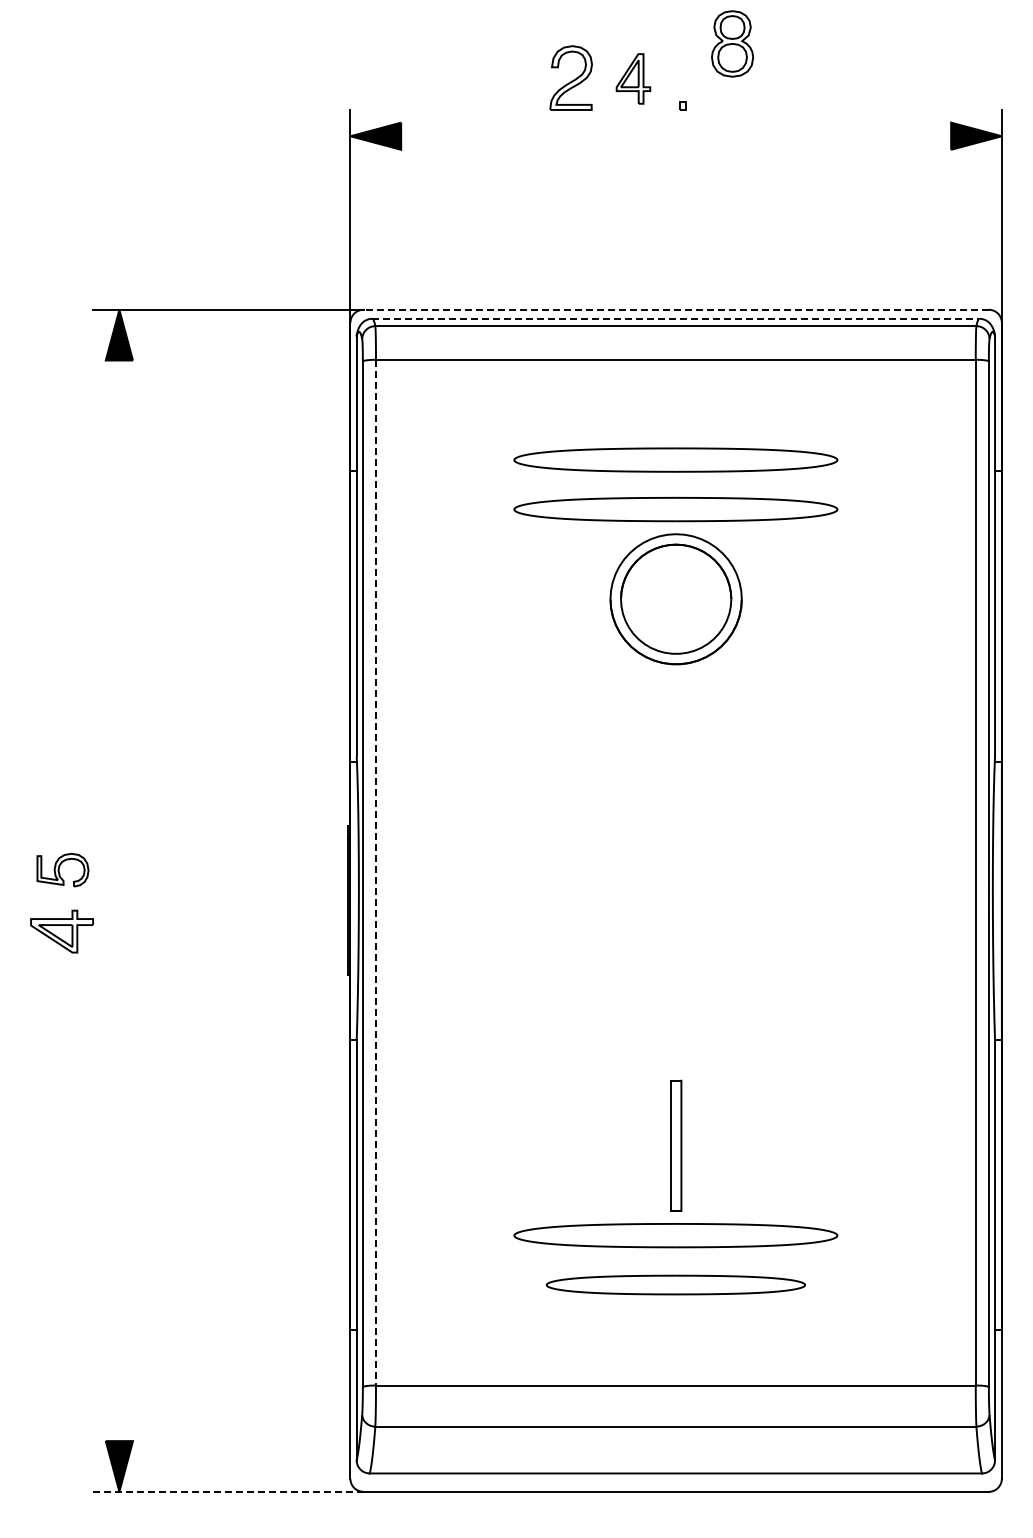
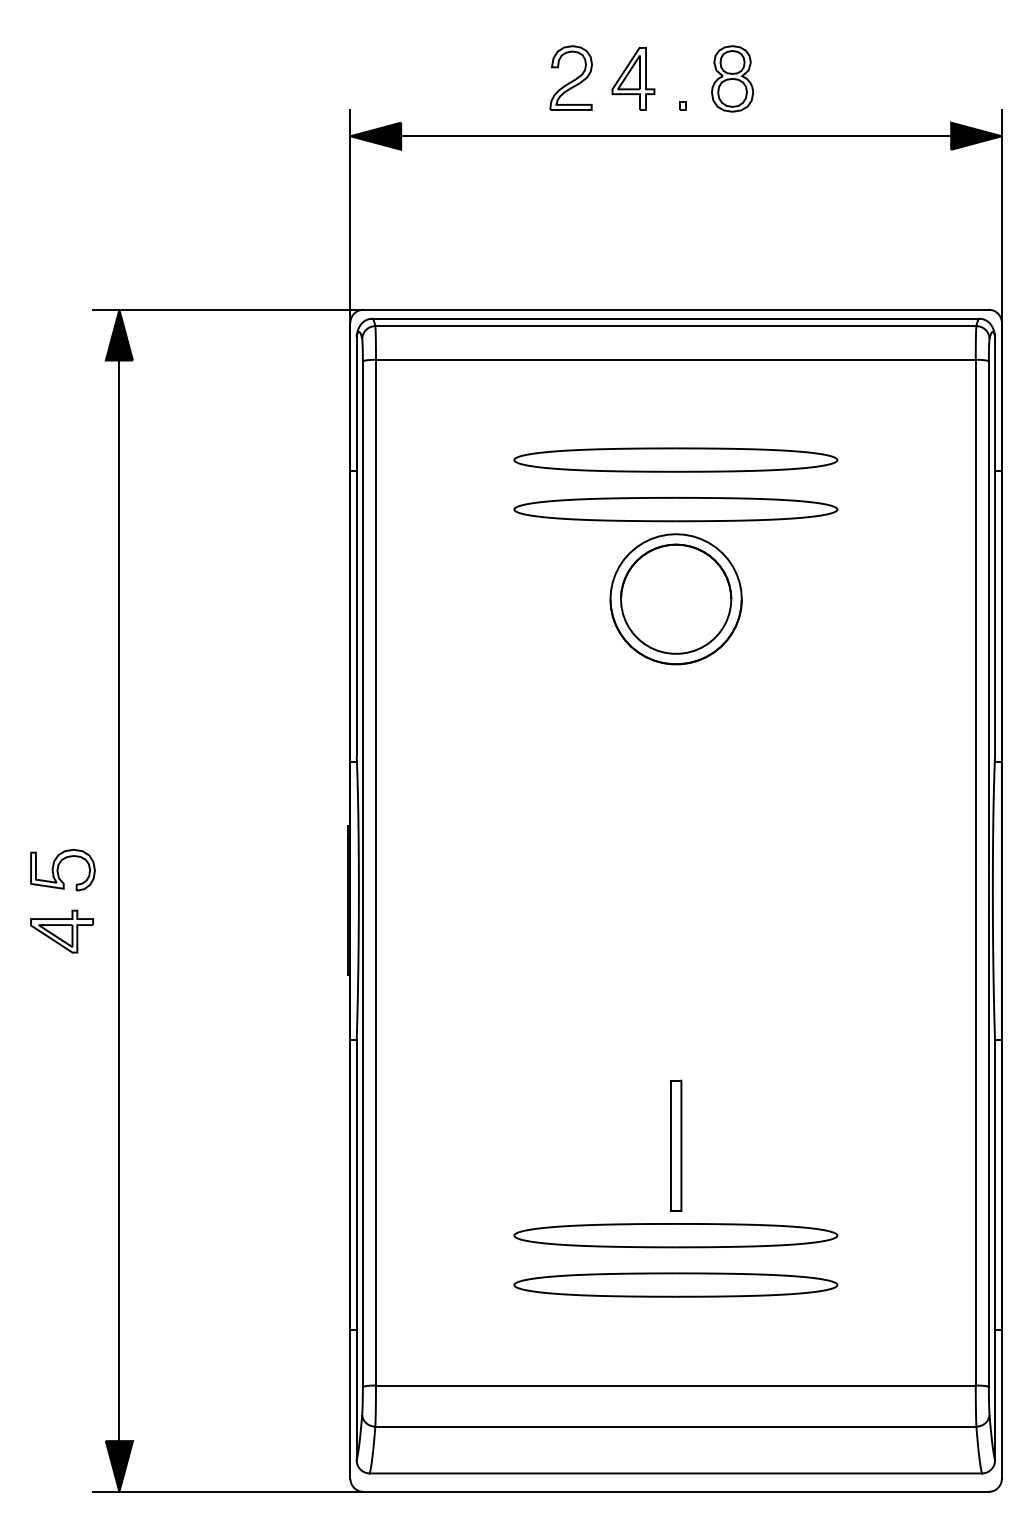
part at (732, 43) position: (732, 43) -> (732, 78)
part at (633, 78) size: 37x52 px -> 45x64 px
line at (676, 136): none -> present
line at (676, 309): dashed -> solid
line at (675, 318): dashed -> solid
part at (62, 869) size: 54x36 px -> 66x44 px
line at (376, 872): dashed -> solid
line at (119, 900): none -> present
part at (675, 1284) size: 261x22 px -> 326x26 px
line at (227, 1491): dashed -> solid
